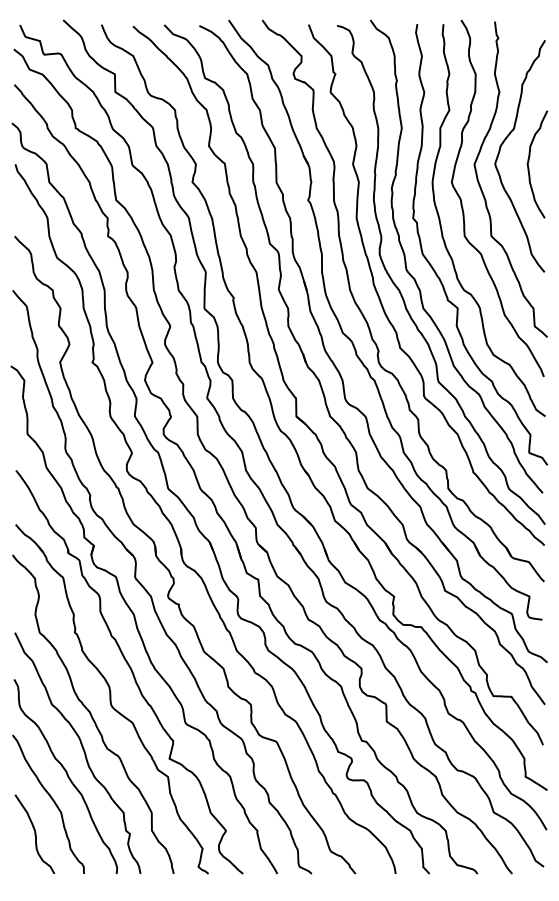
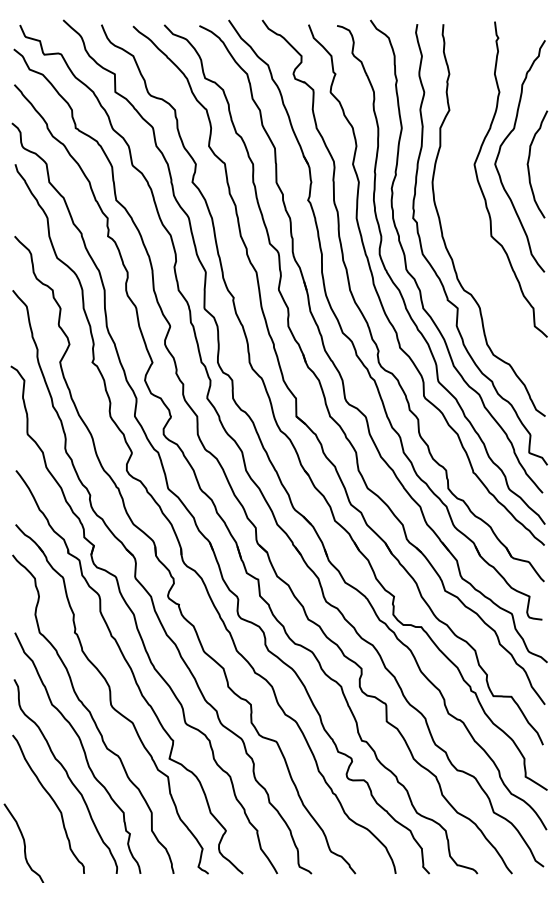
curve at (463, 207): present -> none
curve at (34, 833) position: (34, 833) -> (23, 842)
